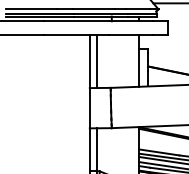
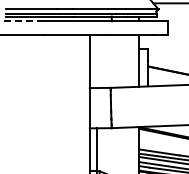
line at (21, 21): solid -> dashed
line at (96, 61): present -> none
